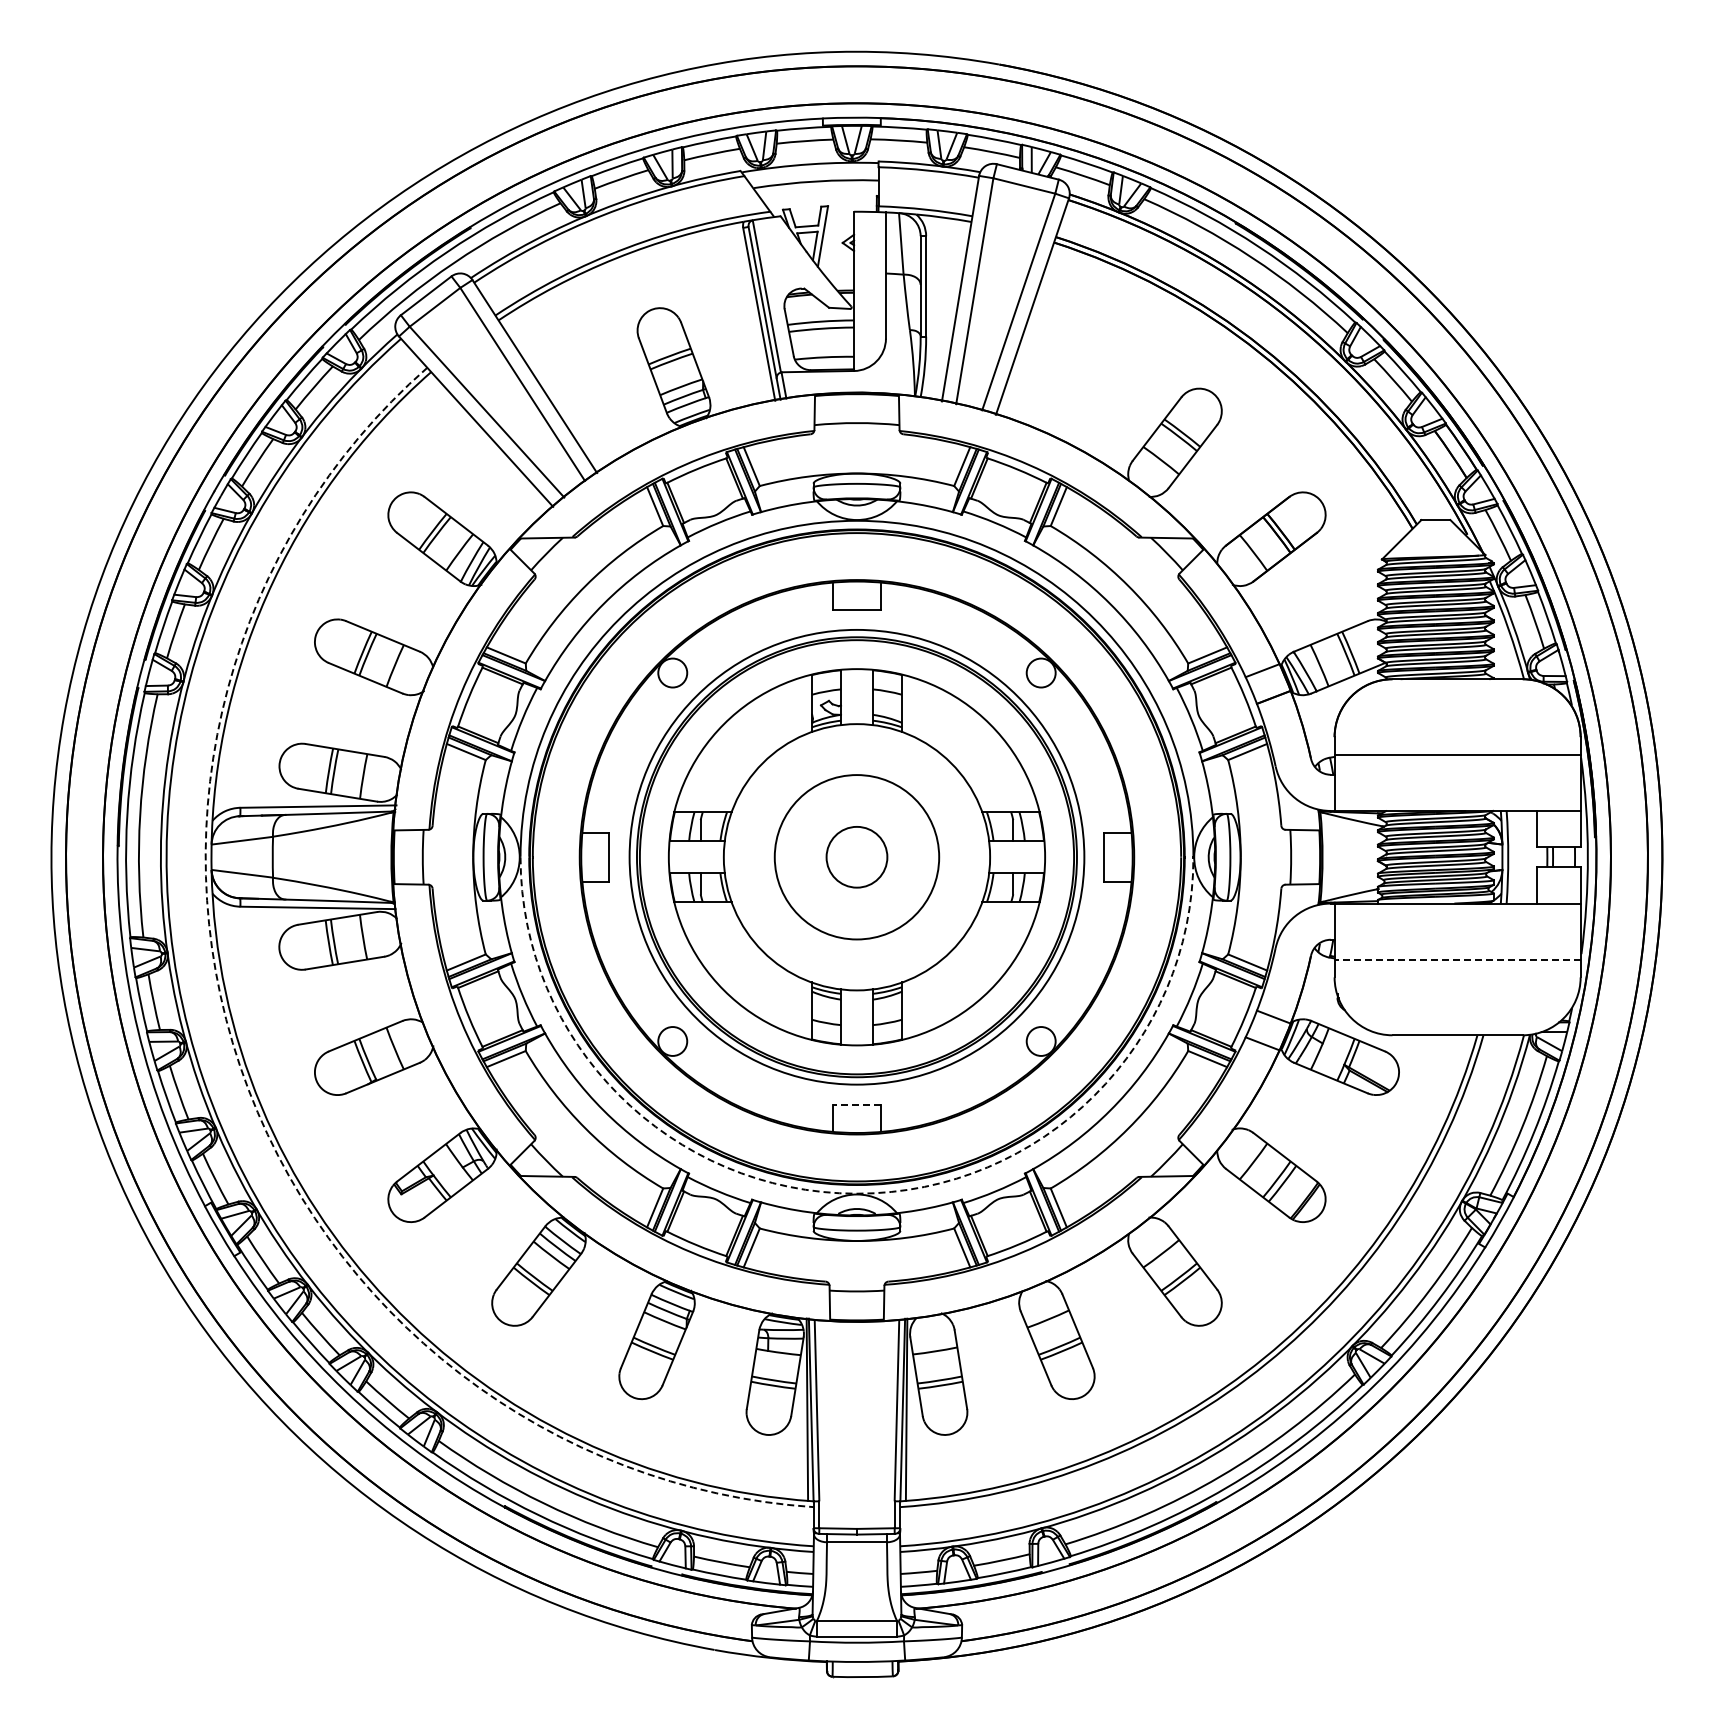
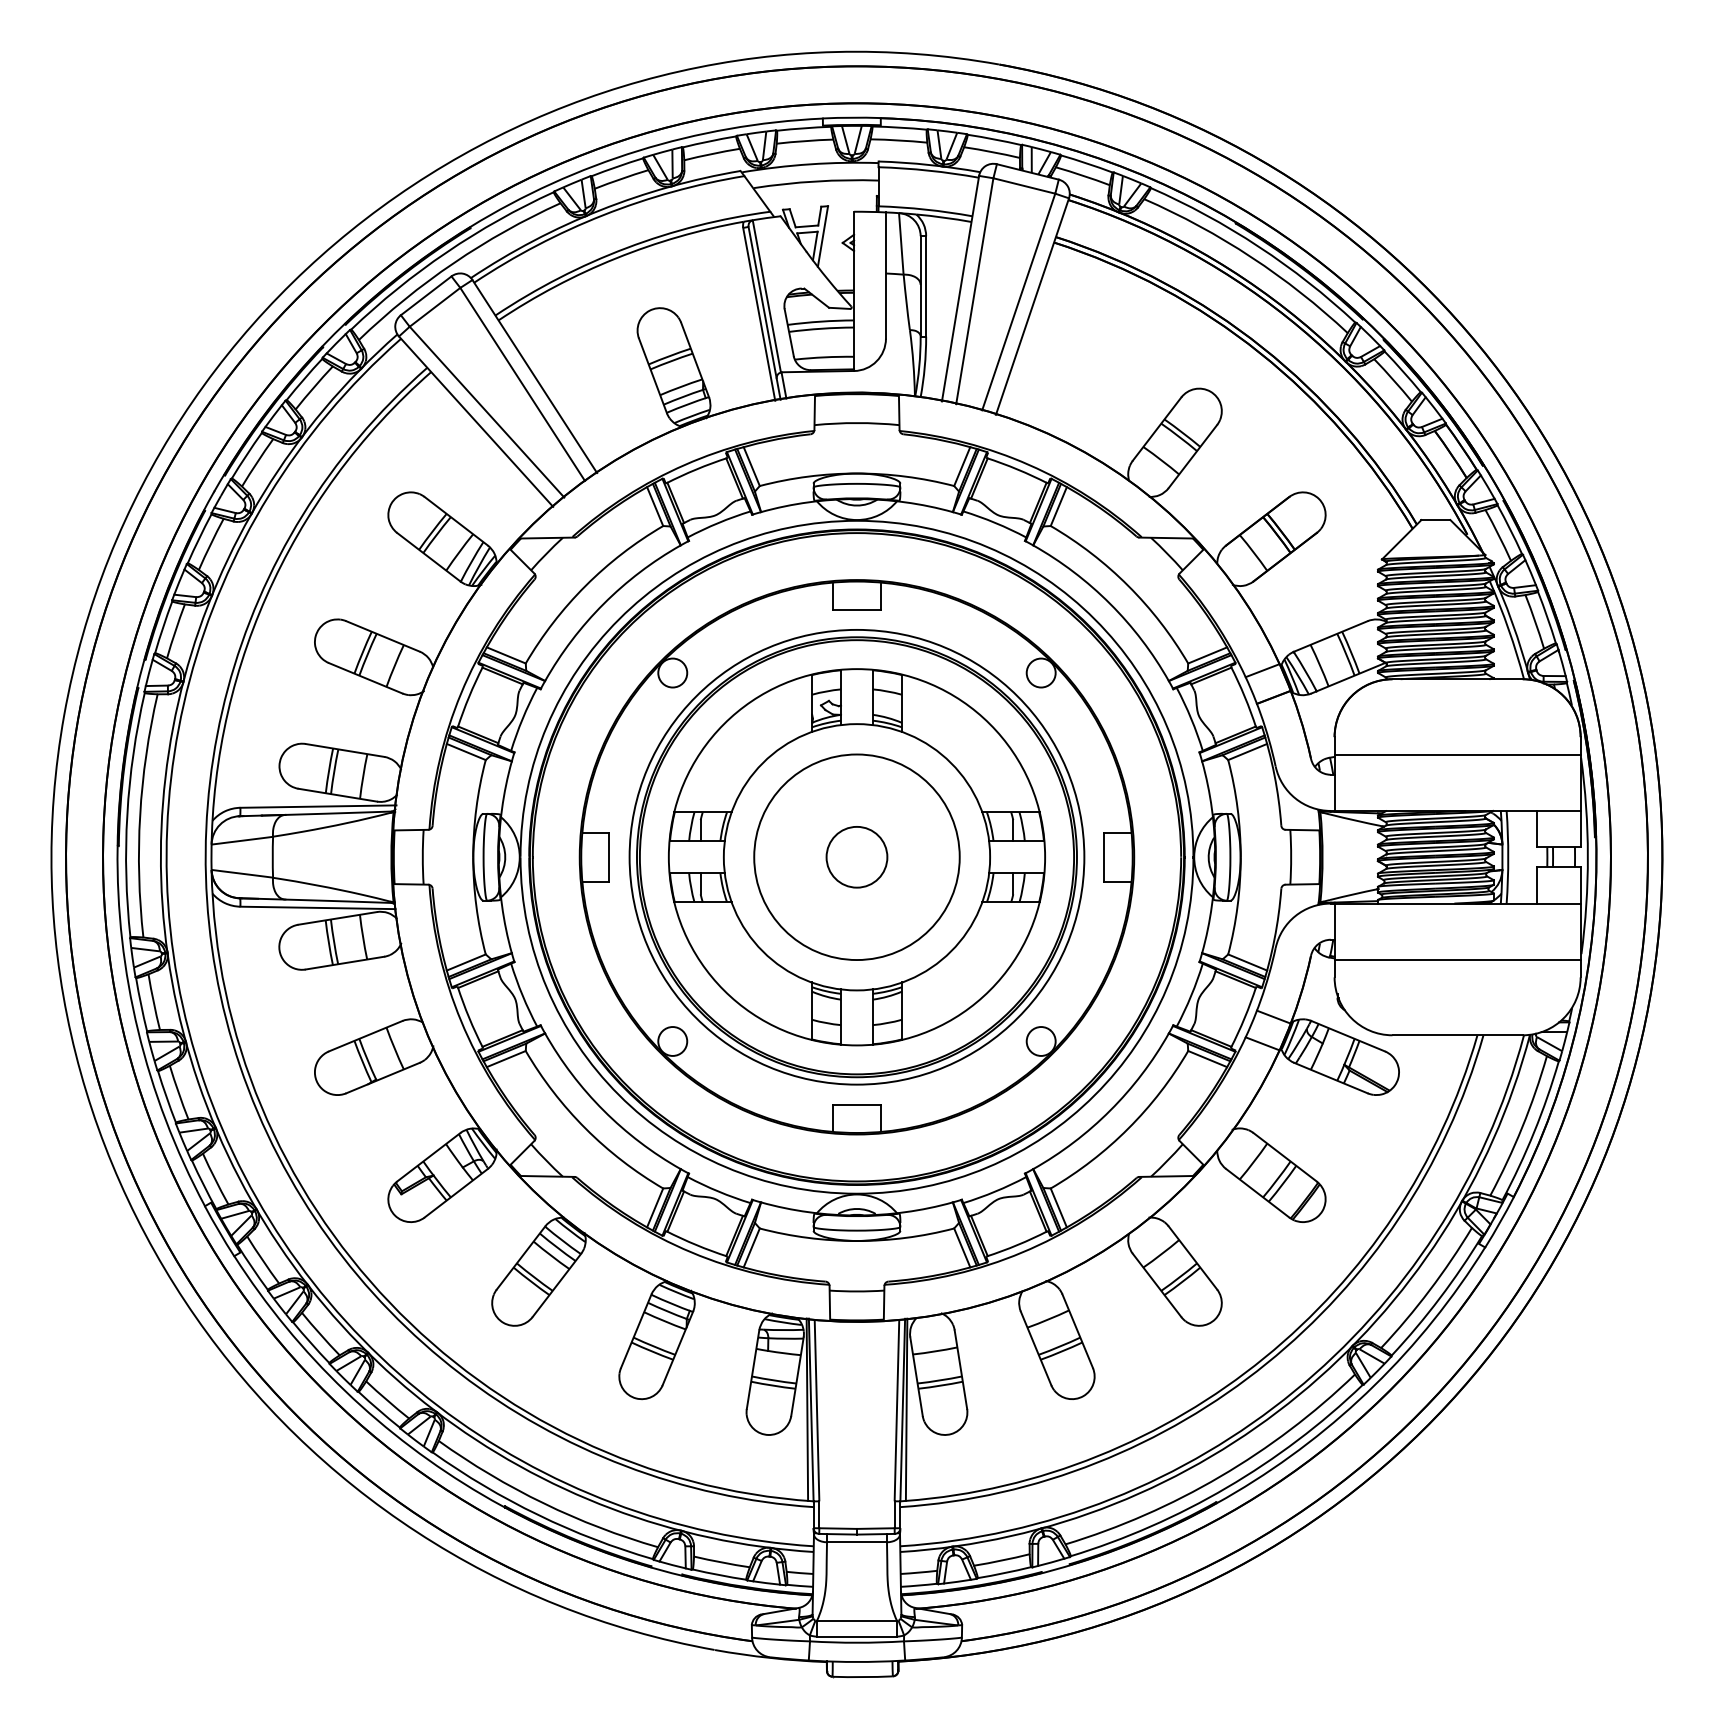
circle at (856, 857) diameter: 164 px -> 206 px
line at (1457, 960): dashed -> solid
arc at (240, 1066): dashed -> solid
line at (856, 1104): dashed -> solid
arc at (856, 1193): dashed -> solid
